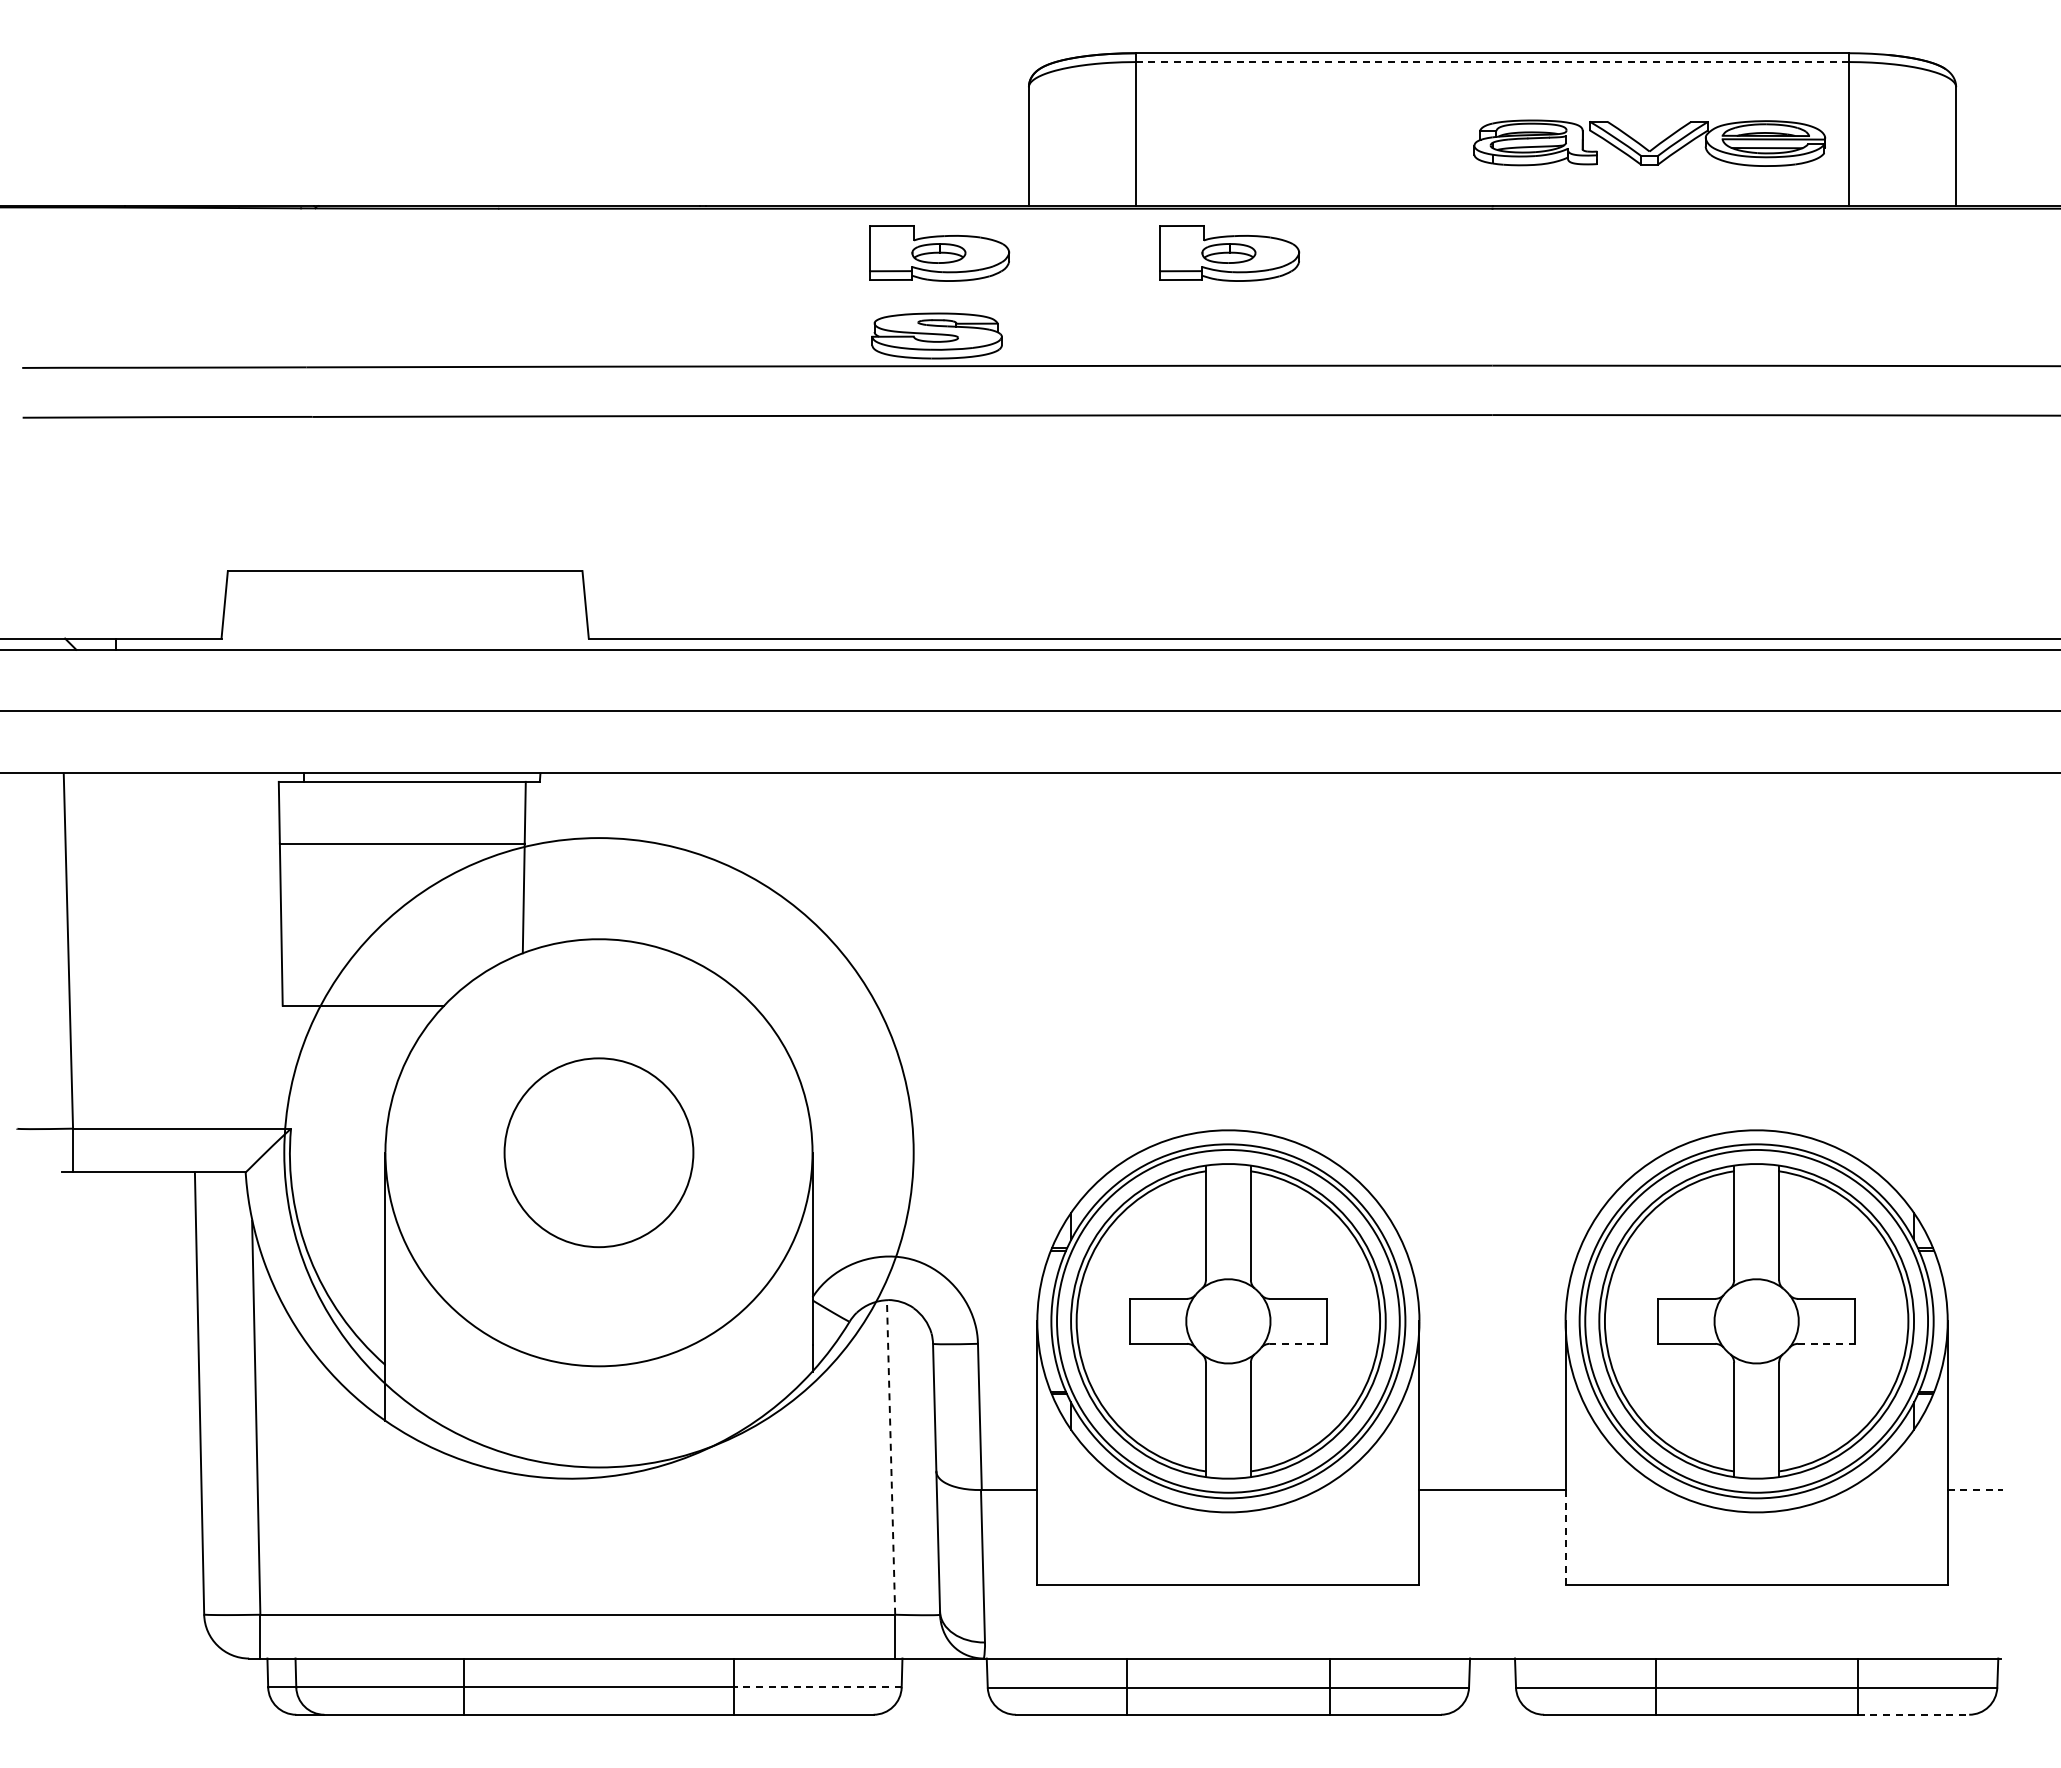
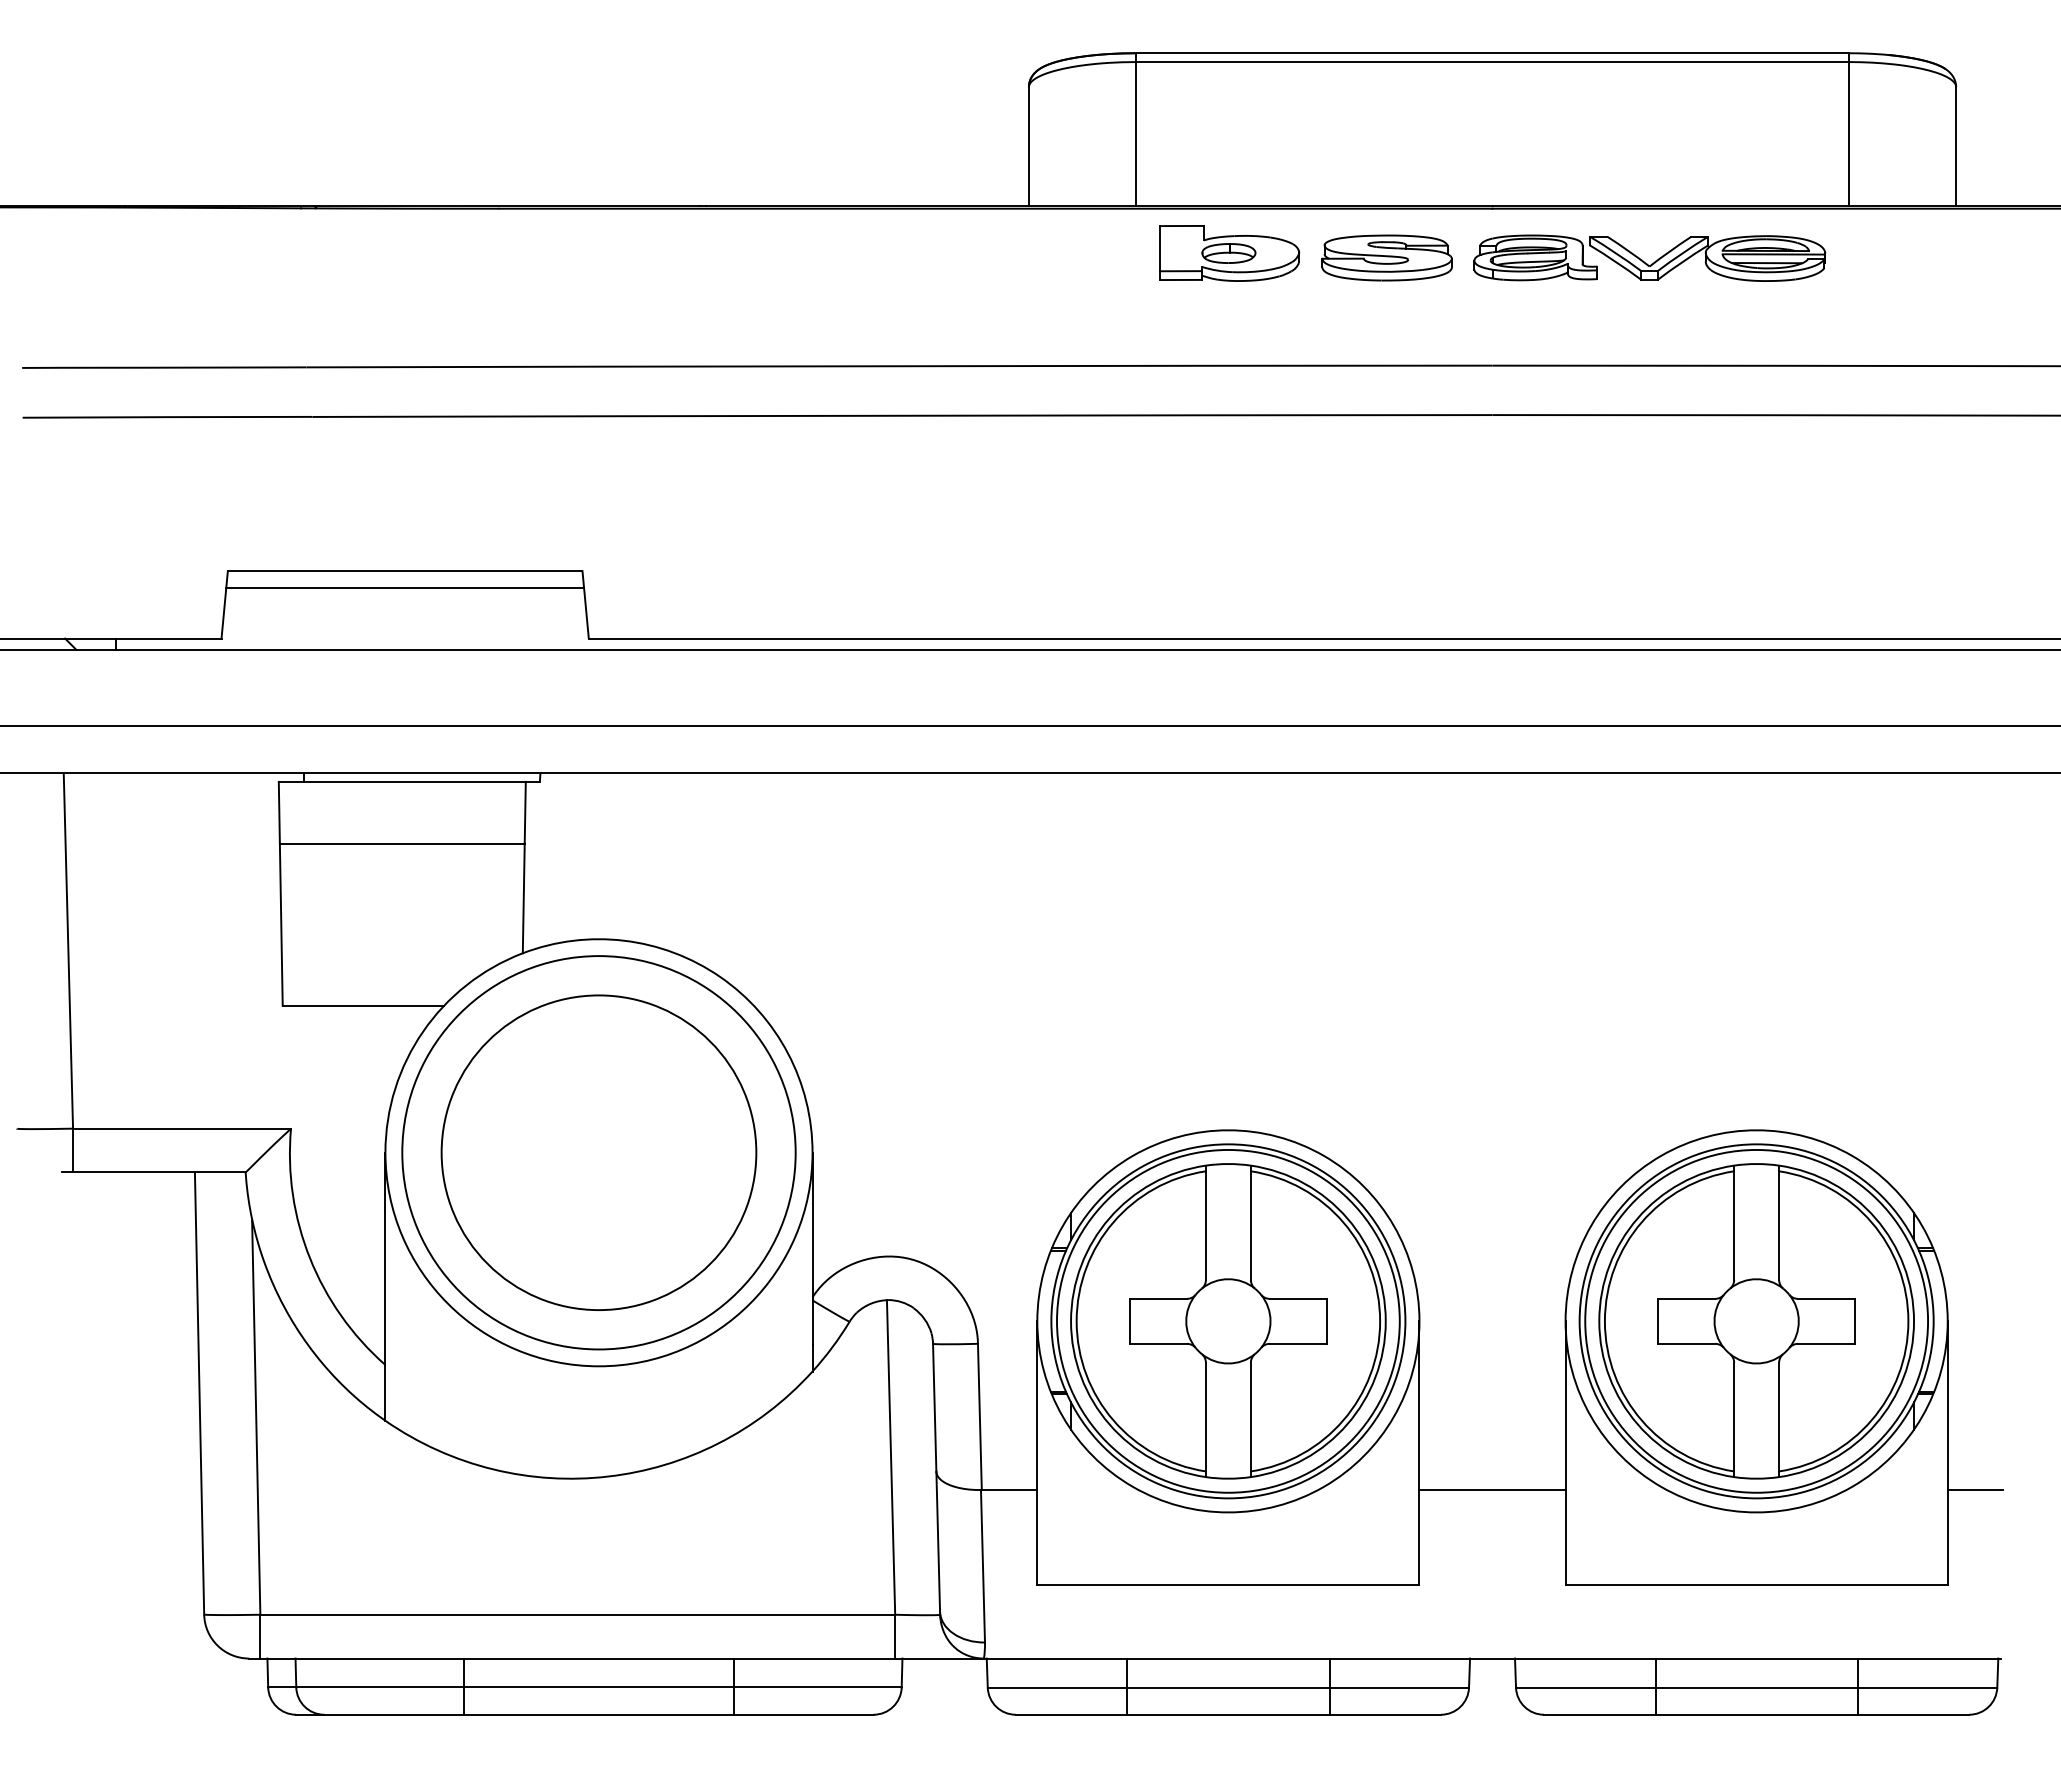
line at (1492, 62): dashed -> solid
part at (1647, 148) position: (1647, 148) -> (1647, 263)
part at (939, 253): present -> none
part at (936, 335) position: (936, 335) -> (1386, 257)
line at (405, 588): none -> present
line at (1029, 710) position: (1029, 710) -> (1029, 725)
circle at (598, 1152) diameter: 189 px -> 315 px
circle at (598, 1152) diameter: 629 px -> 393 px
line at (1297, 1343): dashed -> solid
line at (1827, 1343): dashed -> solid
line at (891, 1456): dashed -> solid
line at (1975, 1490): dashed -> solid
line at (1565, 1538): dashed -> solid
line at (817, 1687): dashed -> solid
line at (1913, 1714): dashed -> solid
